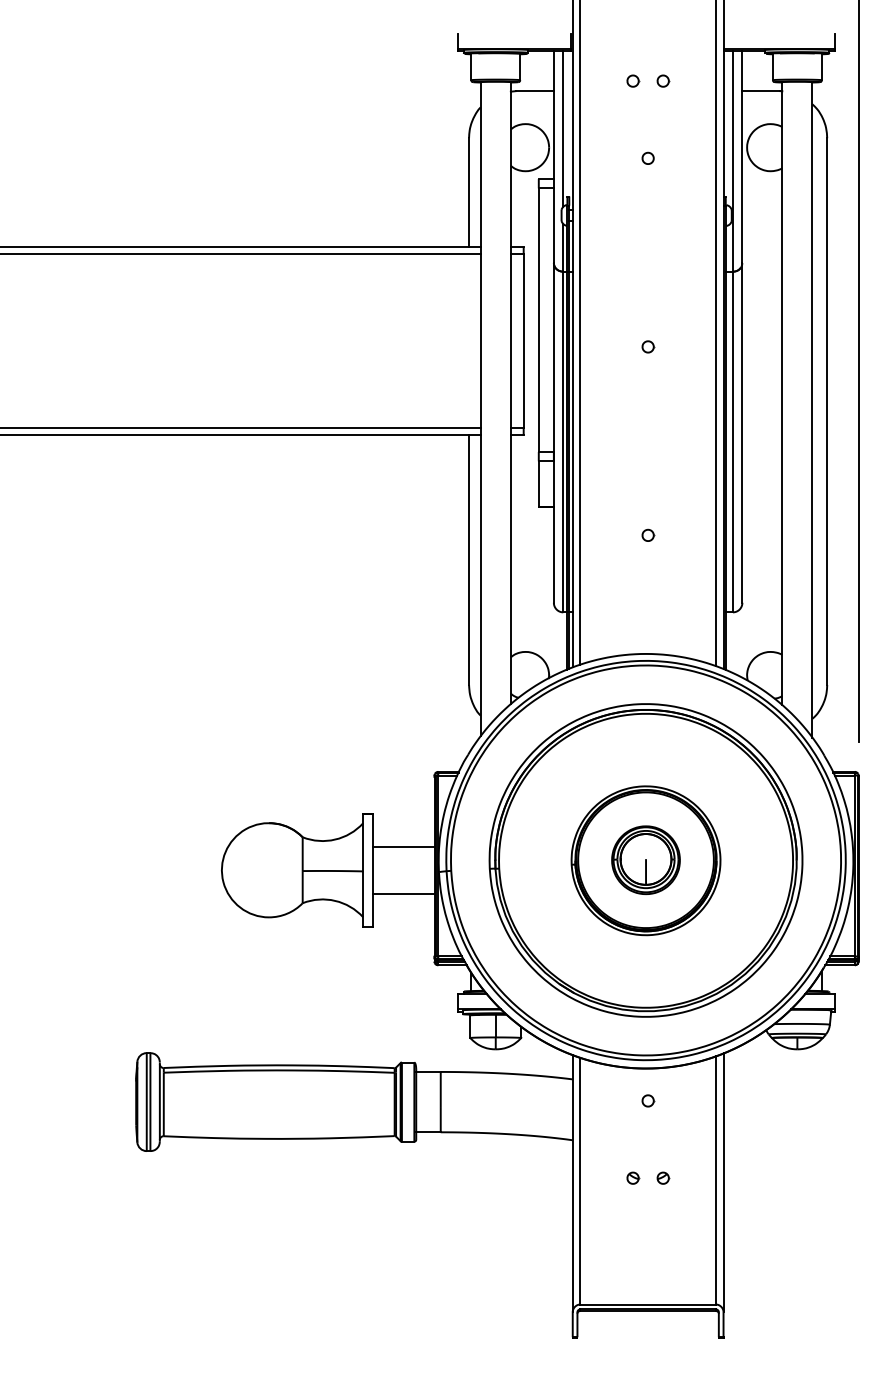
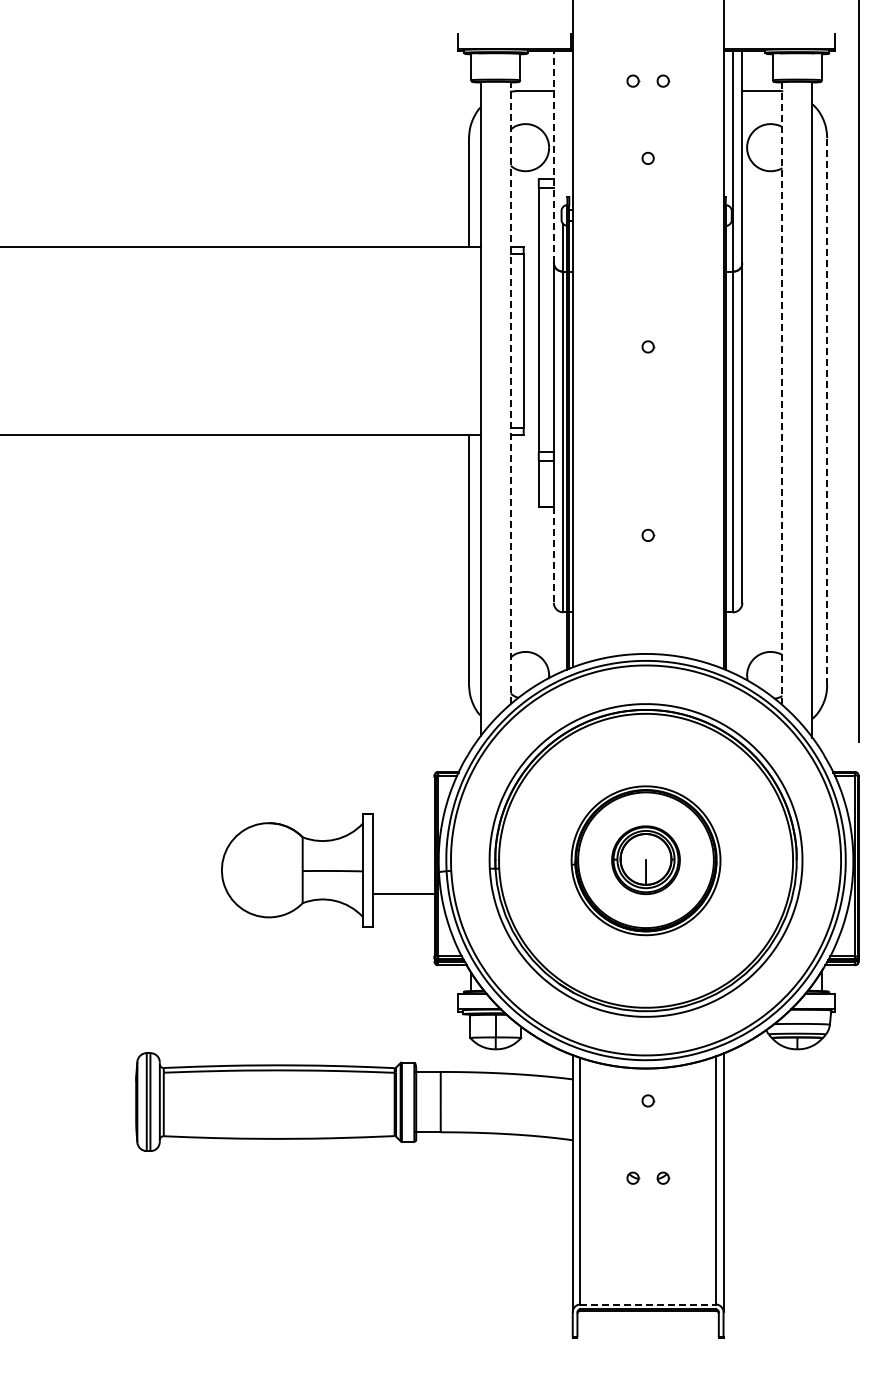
line at (563, 128): present -> none
line at (553, 157): solid -> dashed
line at (241, 254): present -> none
line at (580, 333): present -> none
line at (716, 334): present -> none
line at (510, 392): solid -> dashed
line at (782, 393): solid -> dashed
line at (827, 411): solid -> dashed
line at (241, 427): present -> none
line at (553, 555): solid -> dashed
line at (403, 846): present -> none
line at (648, 1304): solid -> dashed
